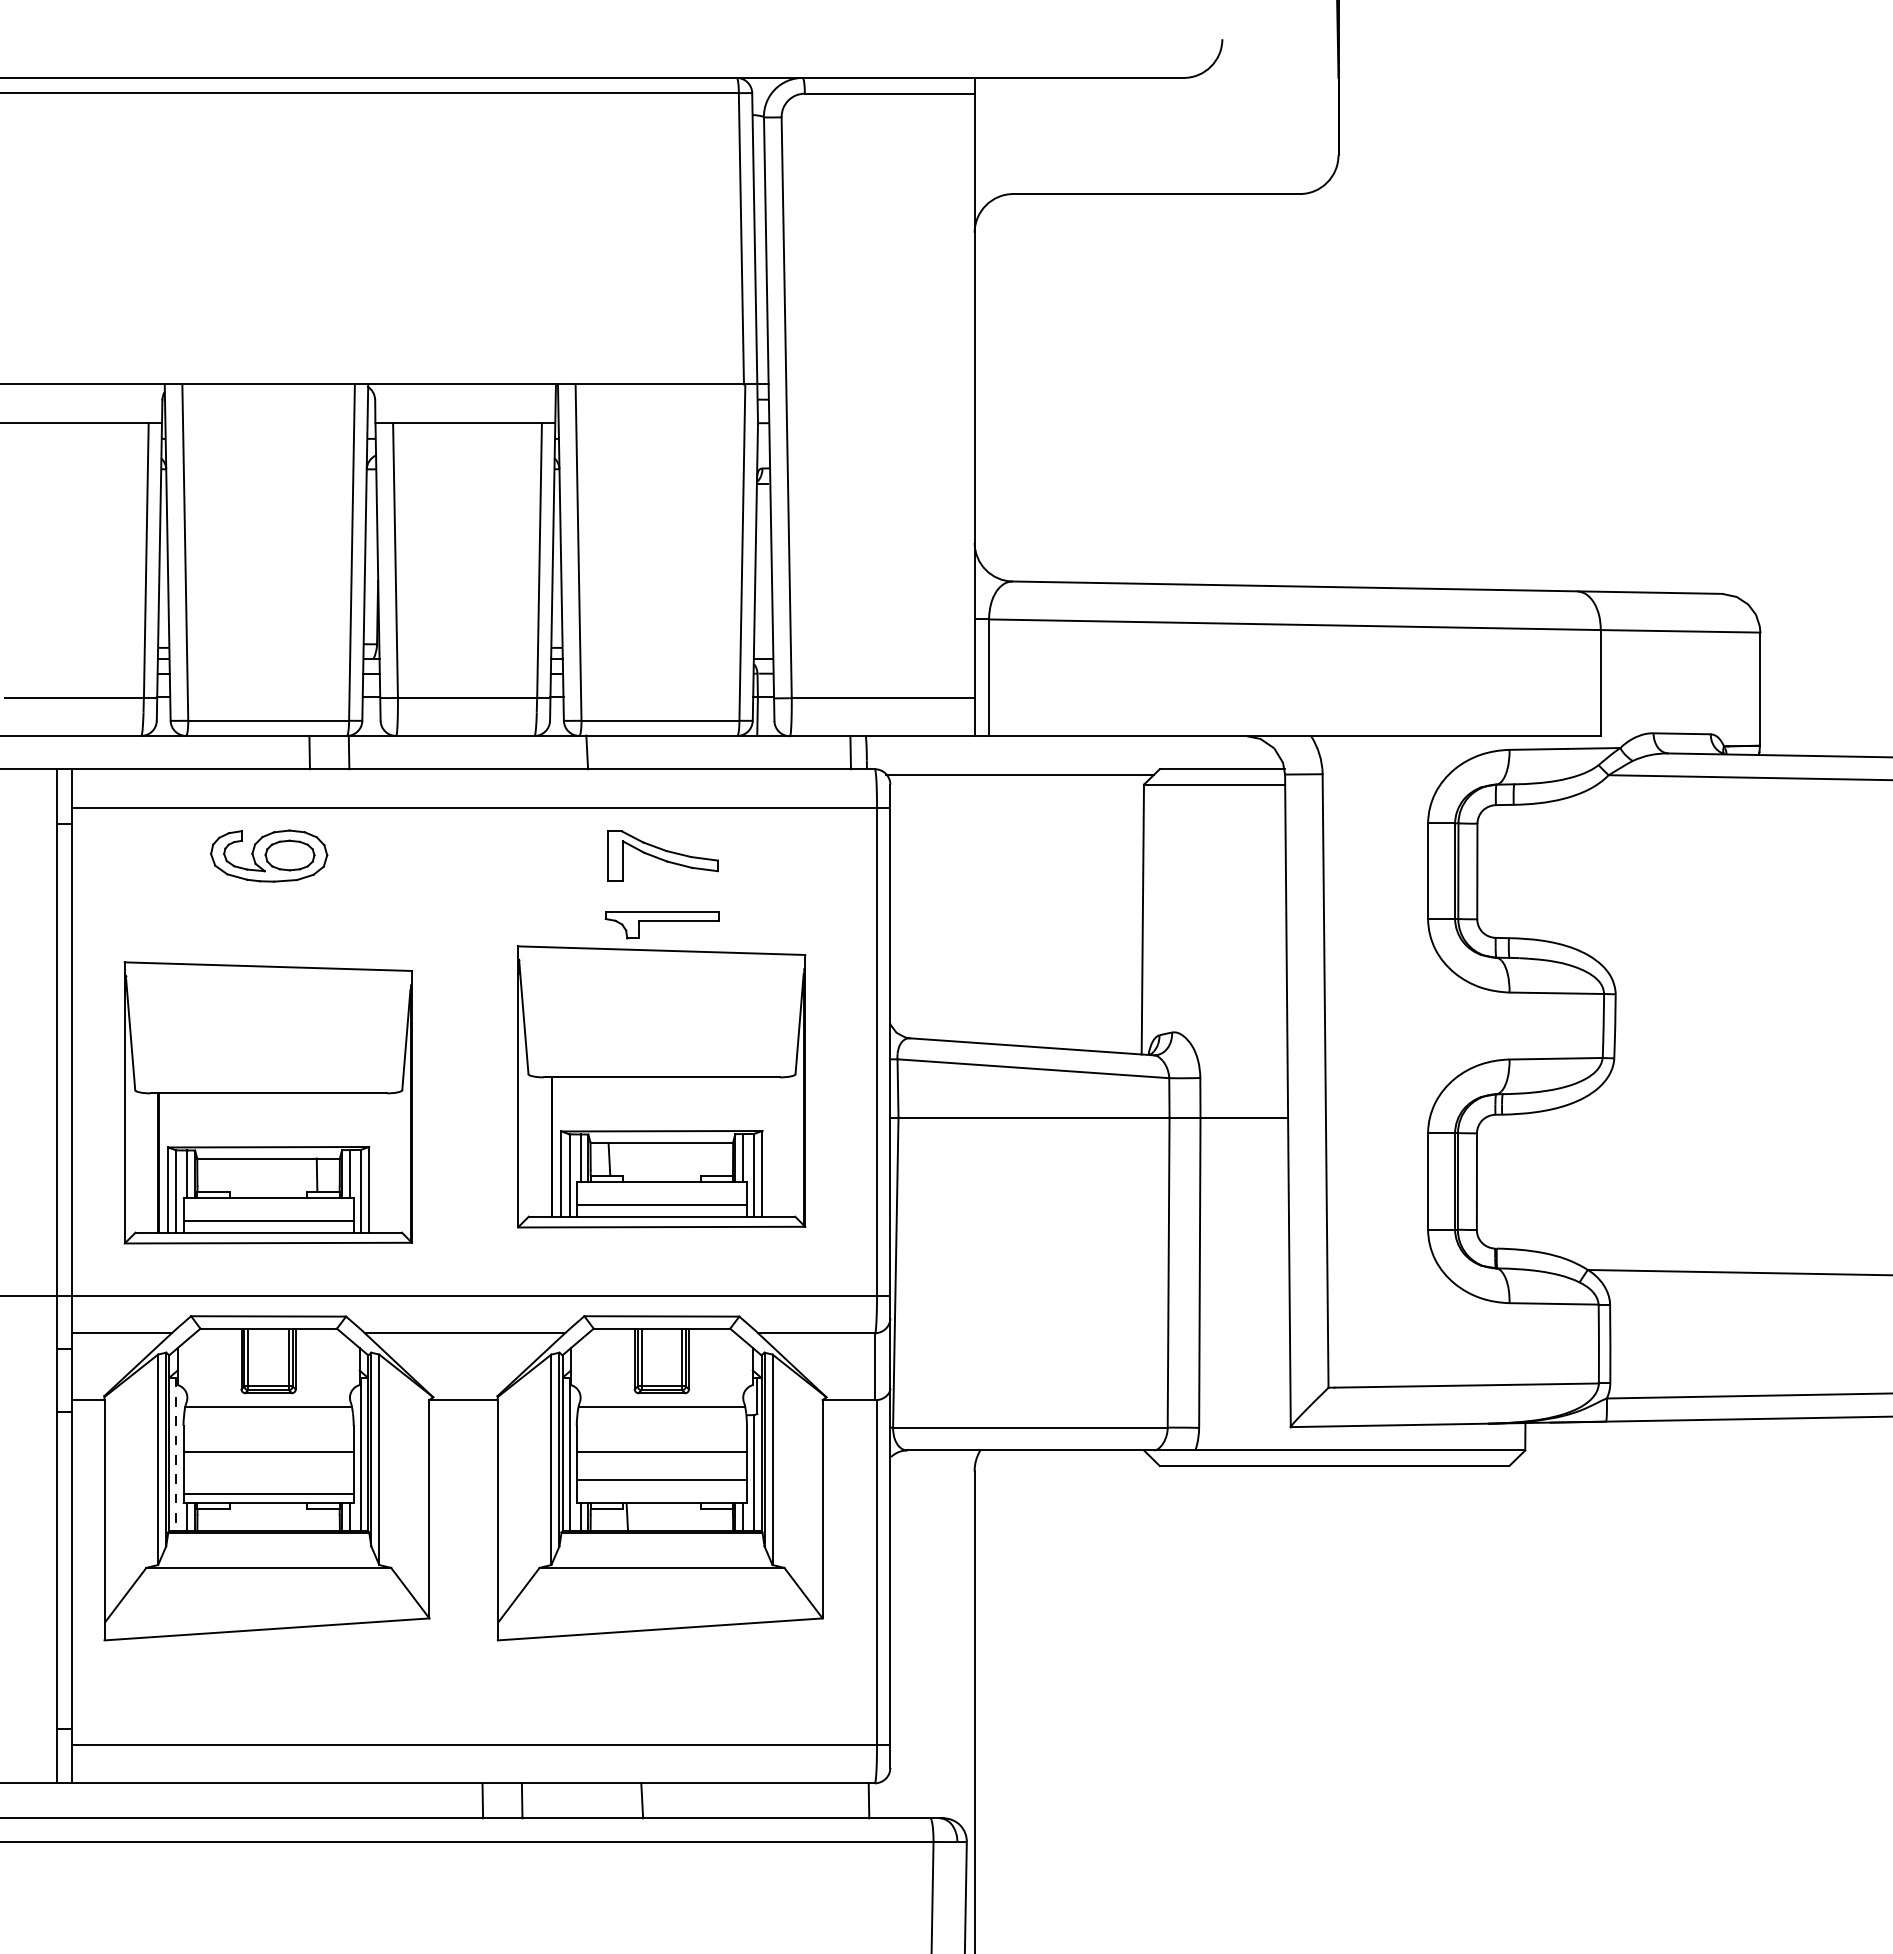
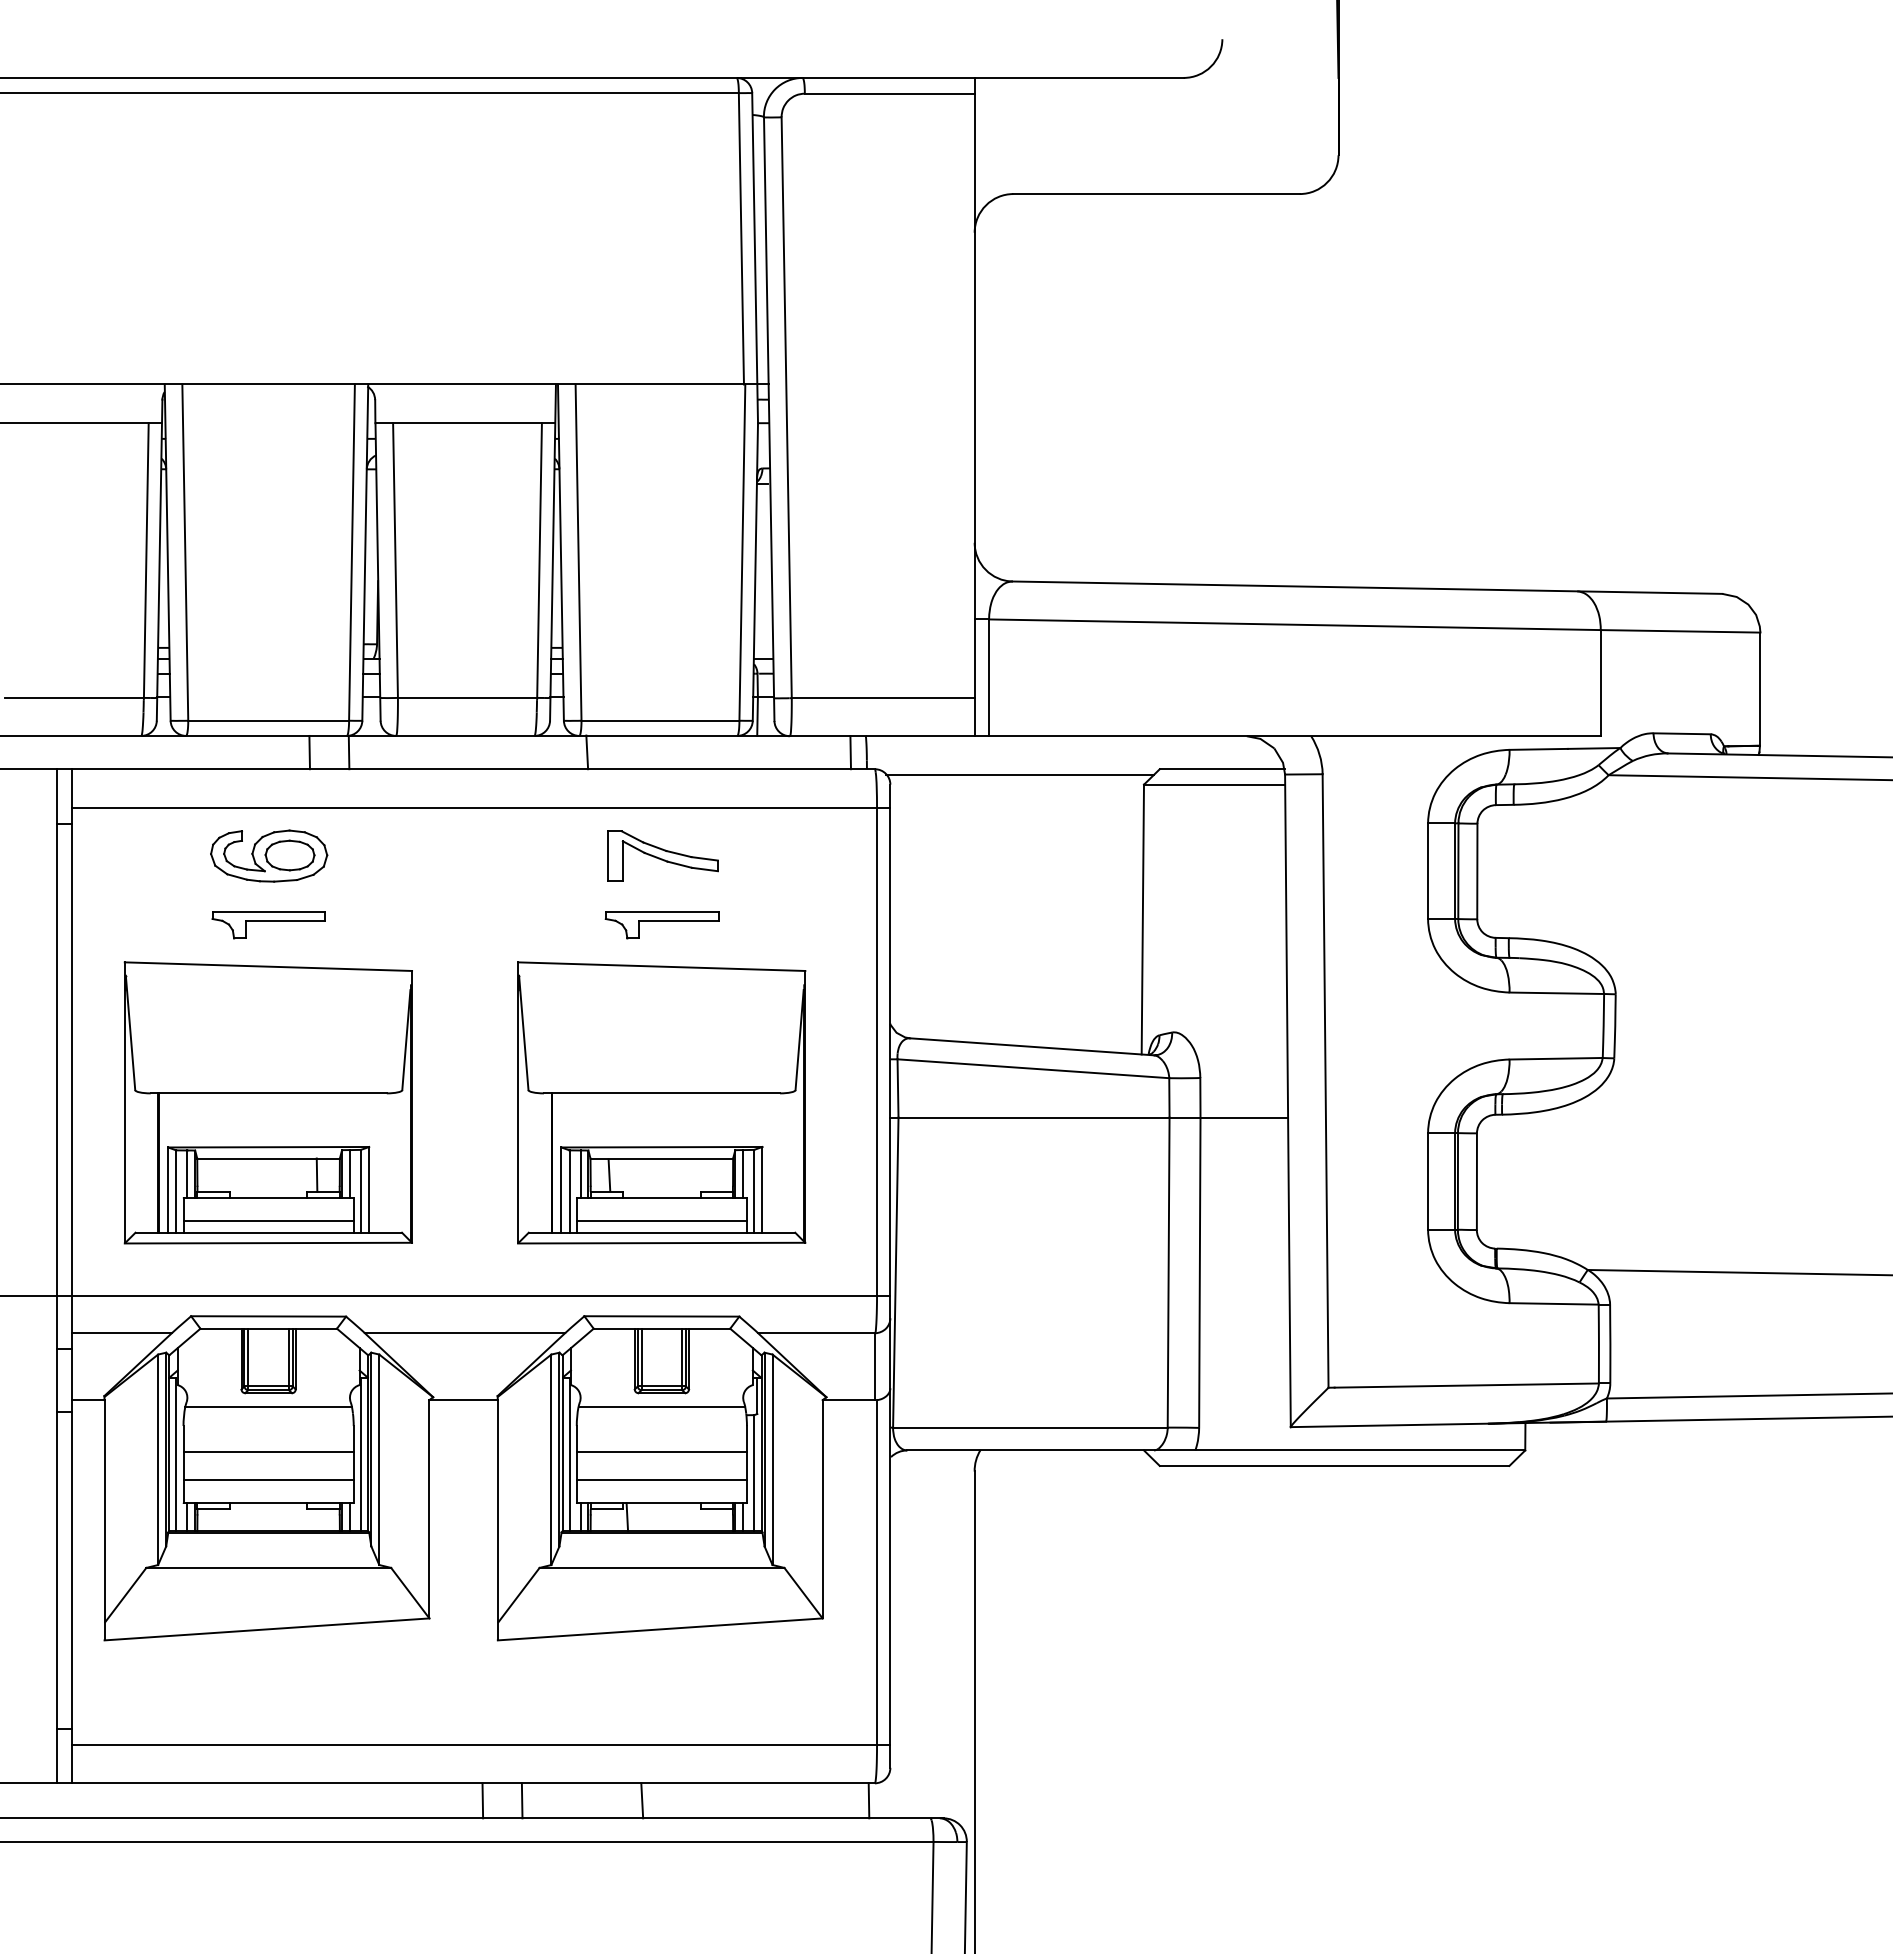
part at (268, 925): none -> present
part at (661, 1086) position: (661, 1086) -> (661, 1102)
line at (176, 1454): dashed -> solid
line at (268, 1493) position: (268, 1493) -> (268, 1479)
